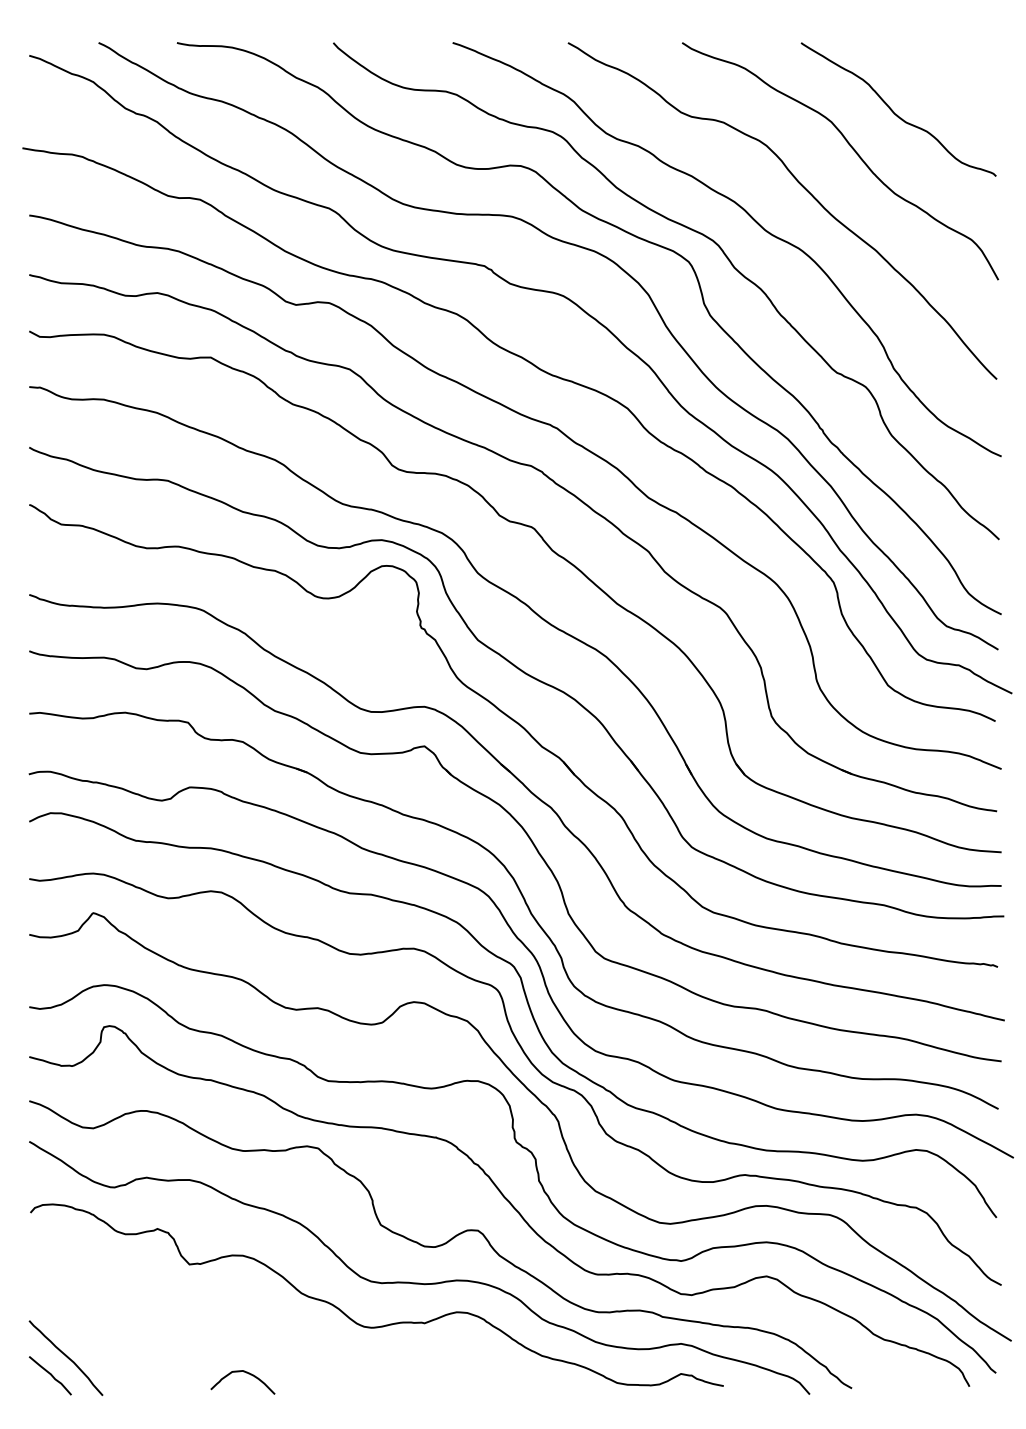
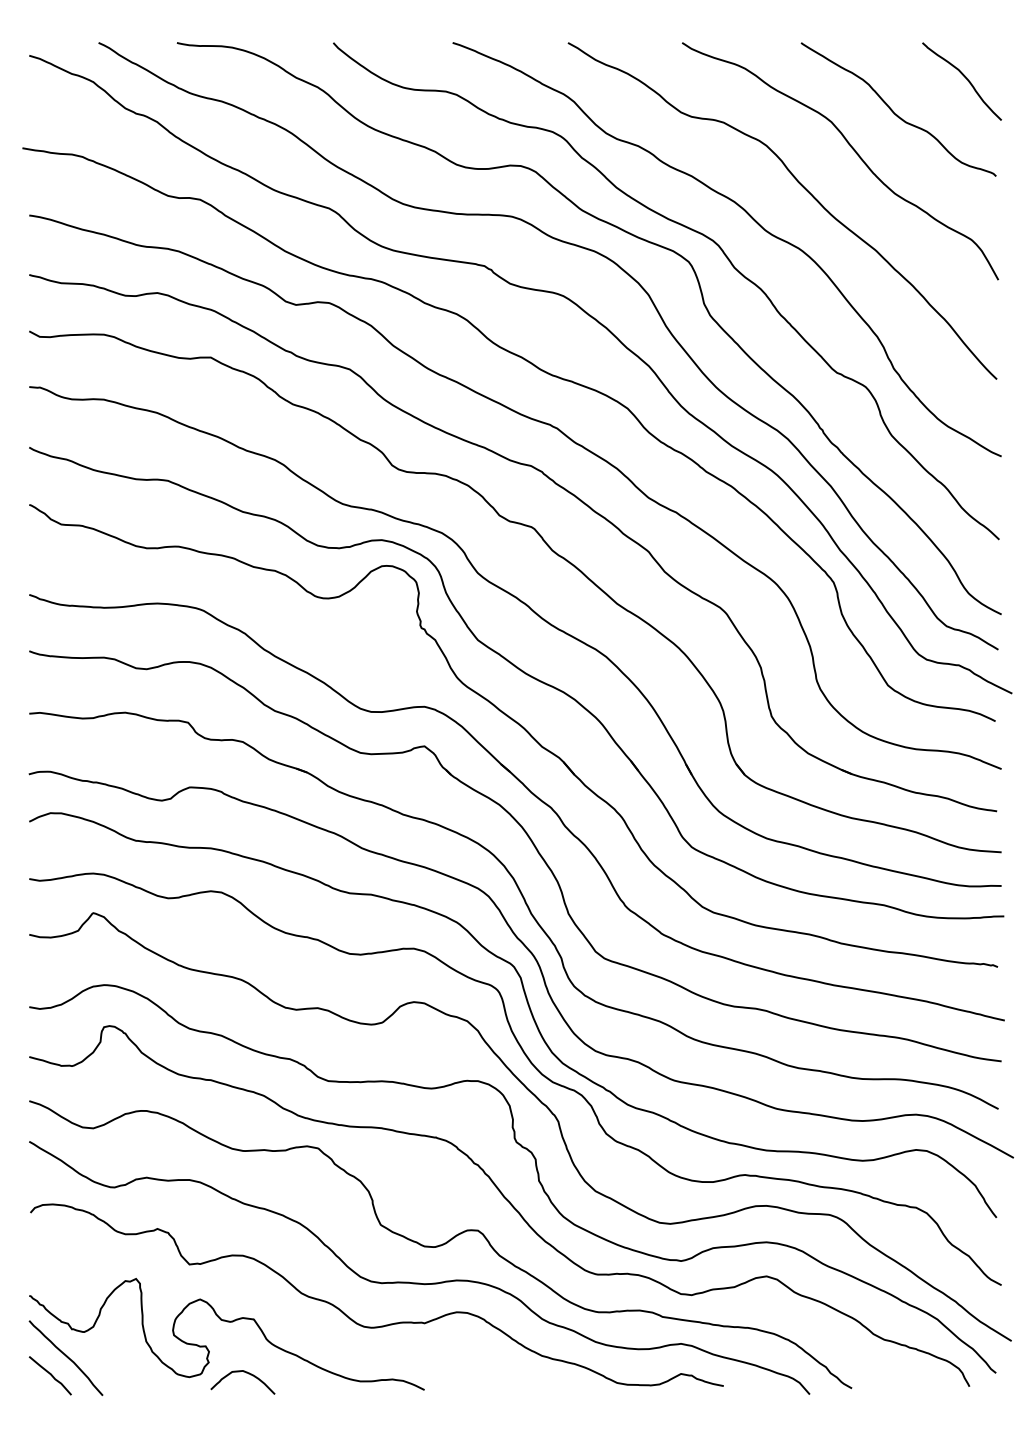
curve at (964, 77): none -> present
curve at (227, 1322): none -> present
